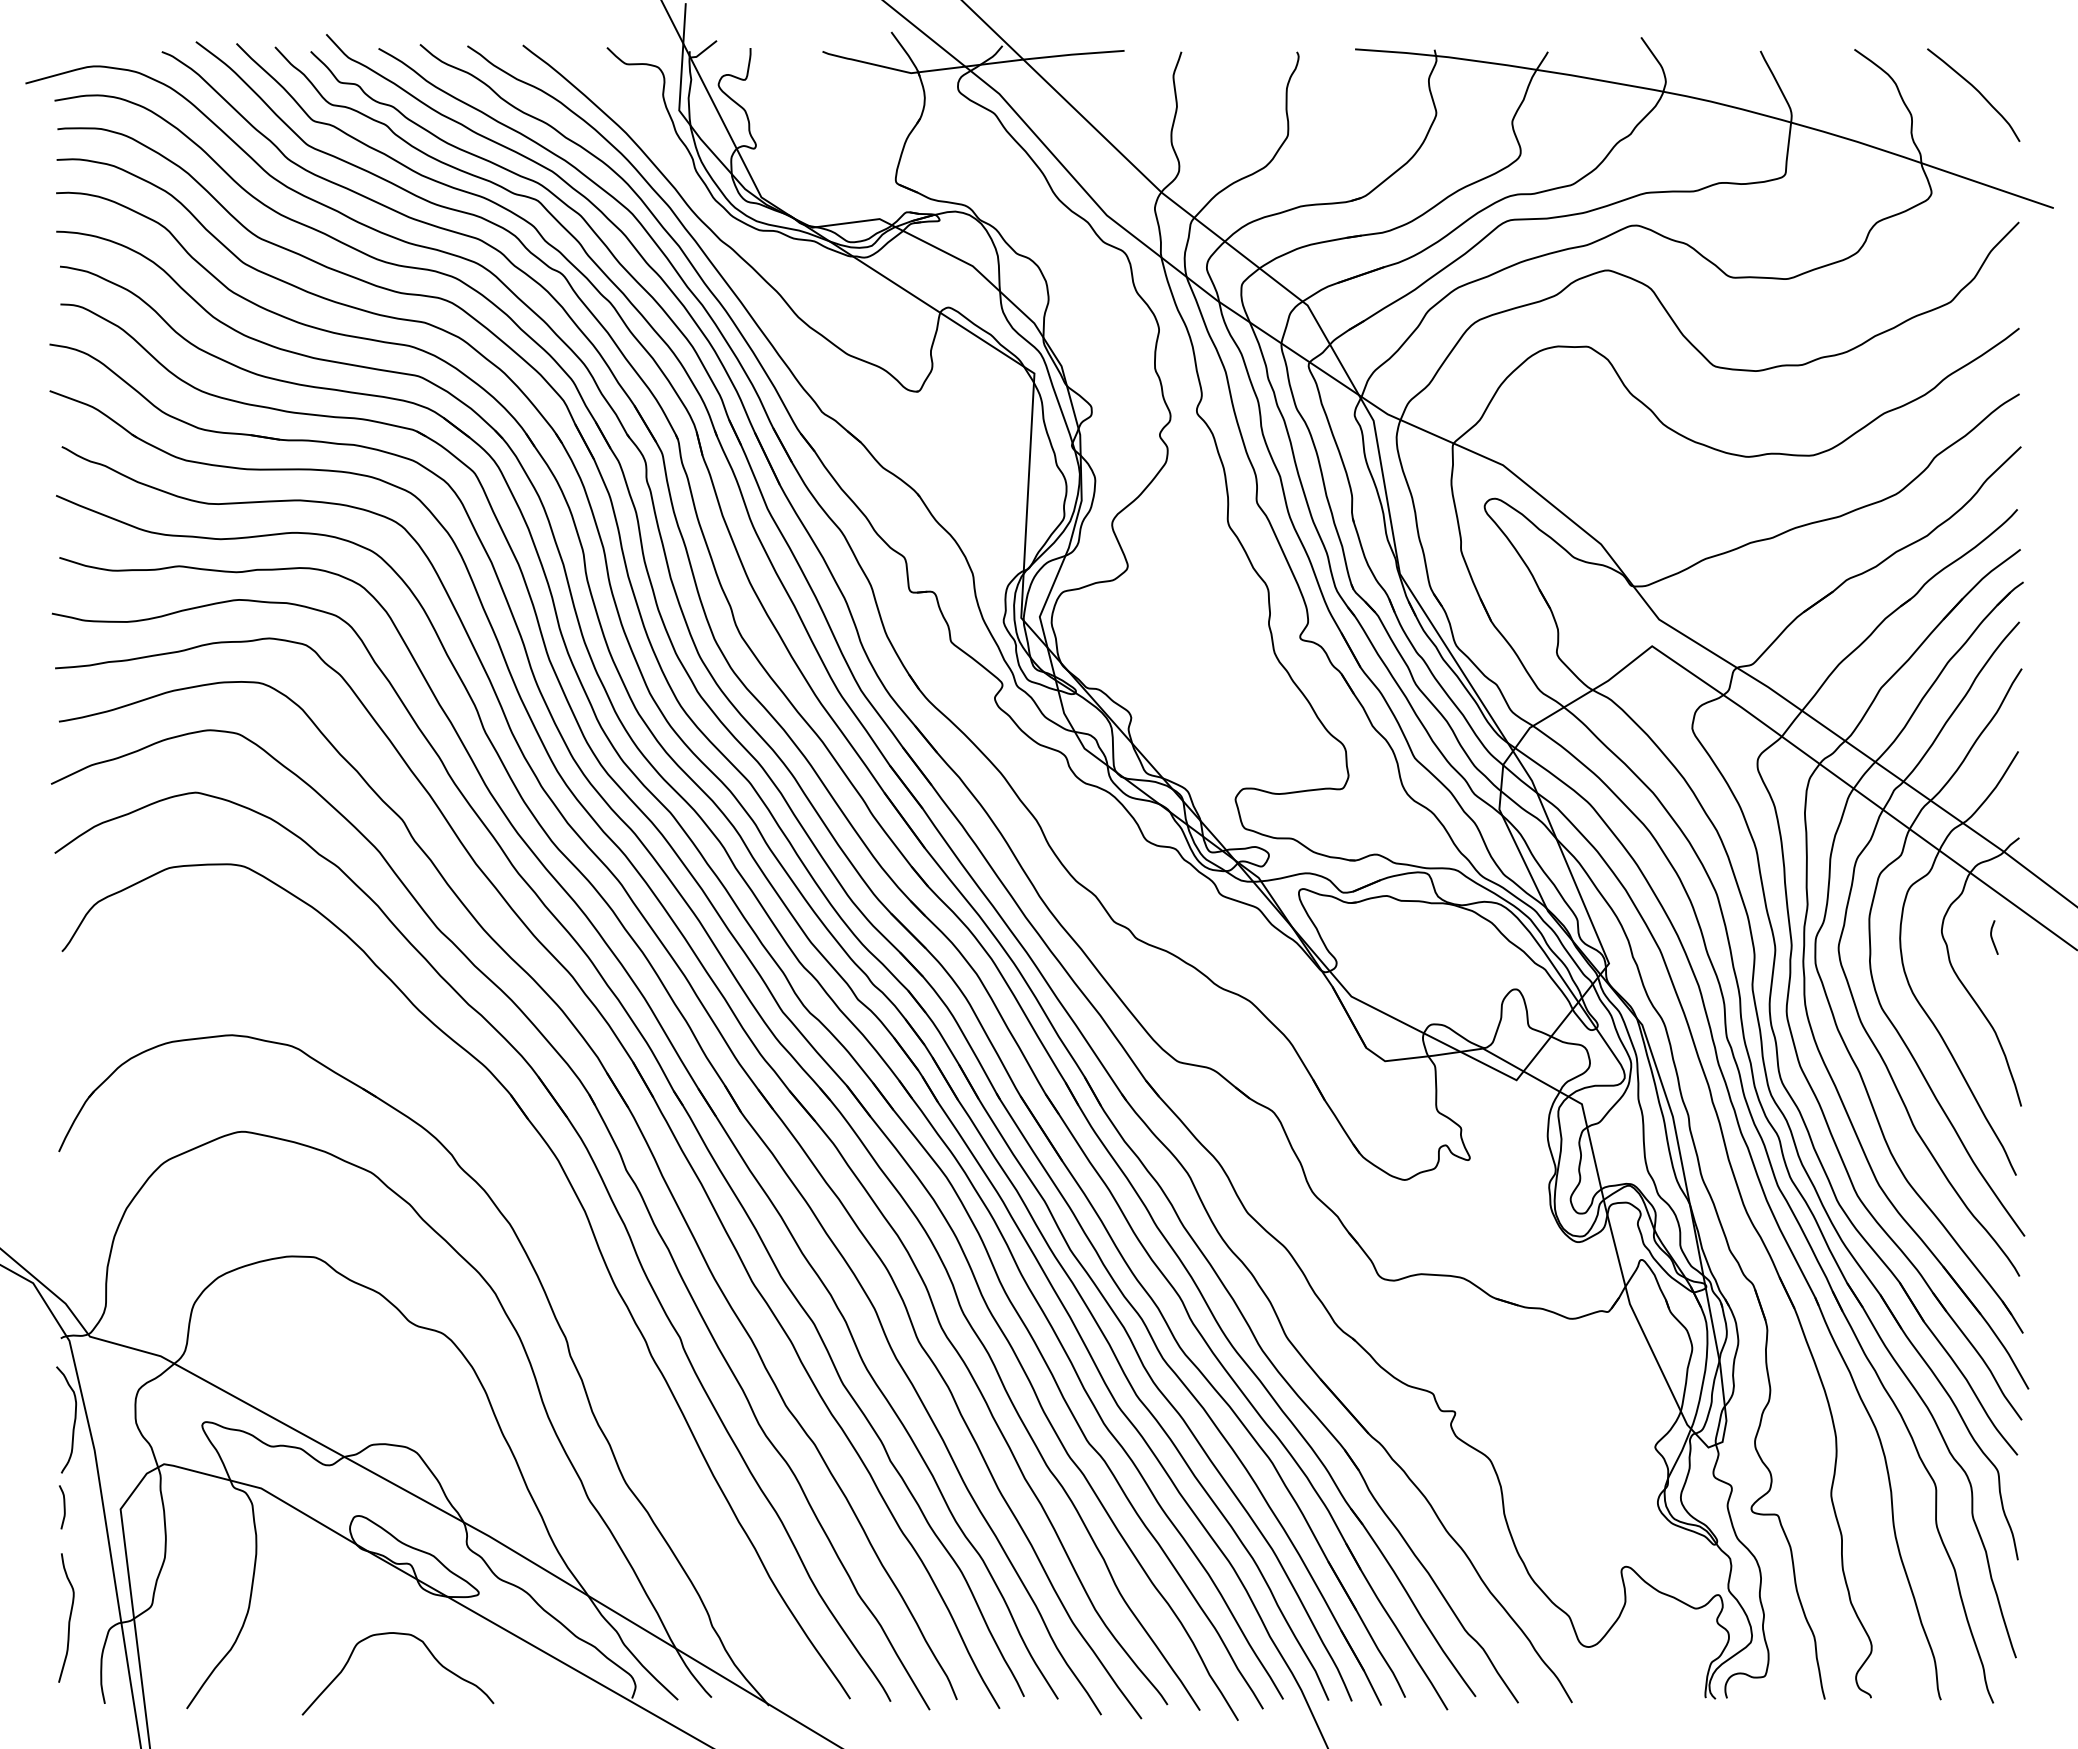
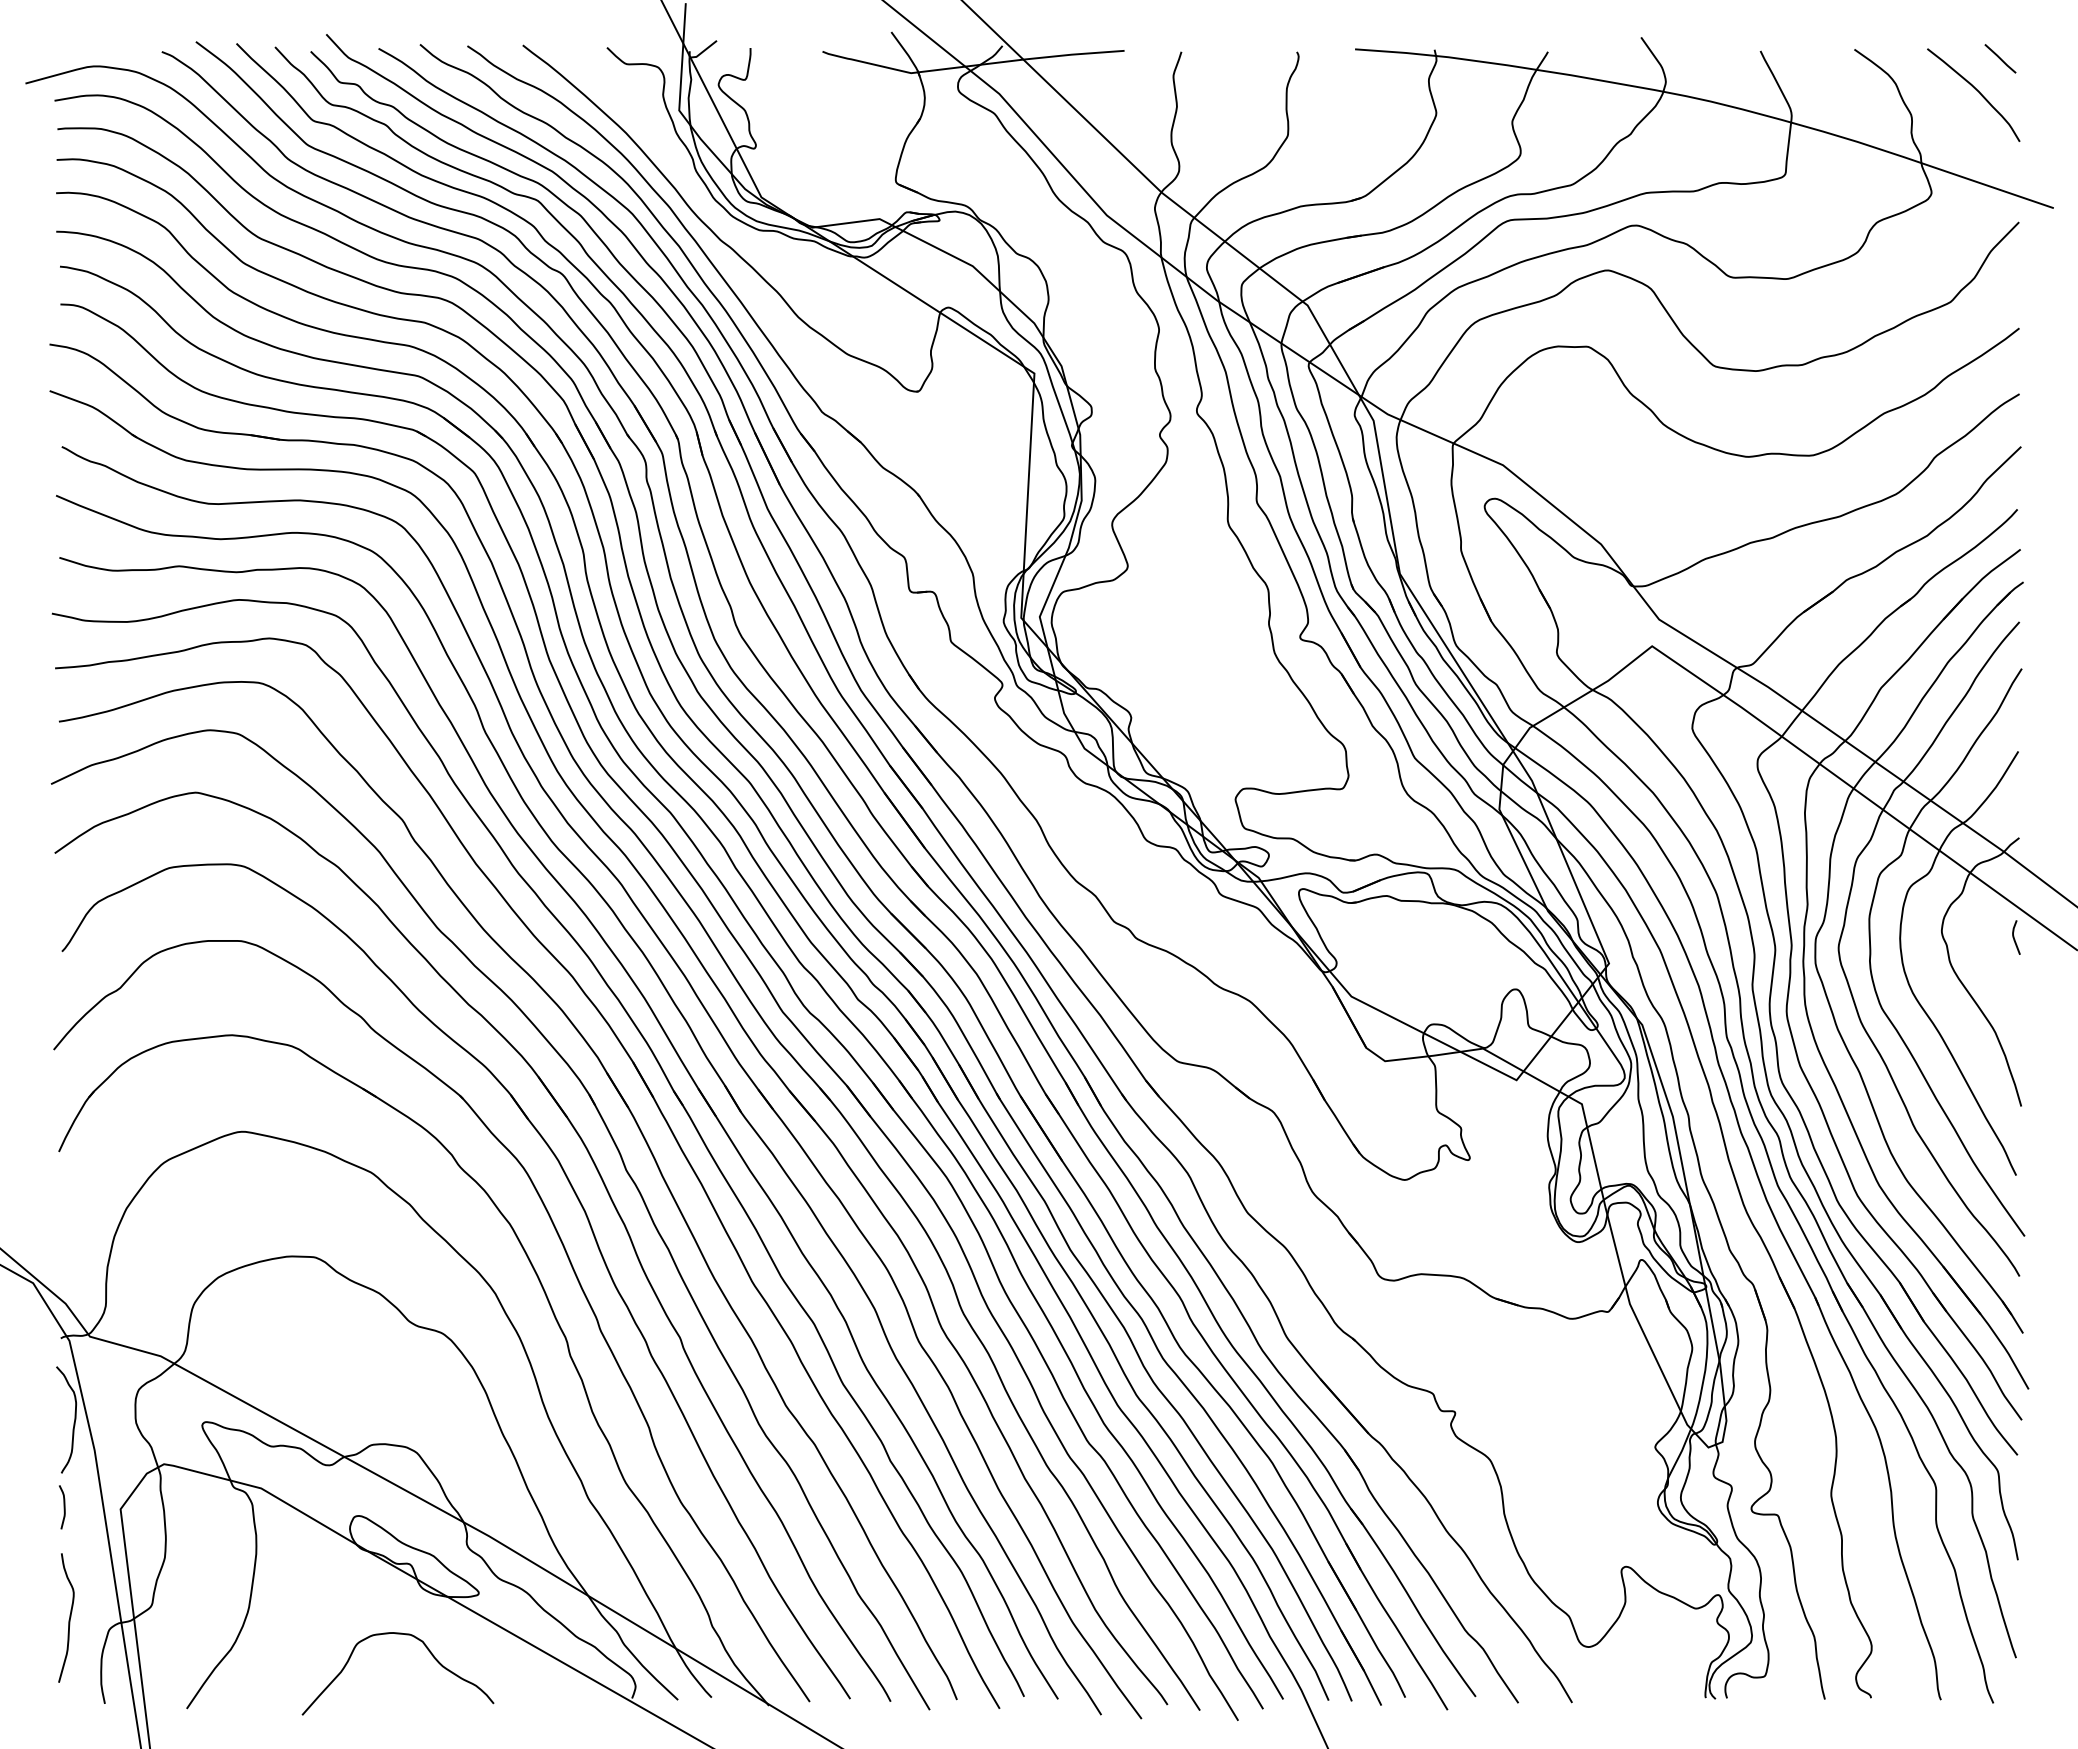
line at (2000, 58): none -> present
curve at (1992, 937) position: (1992, 937) -> (2014, 937)
part at (570, 1265): none -> present
